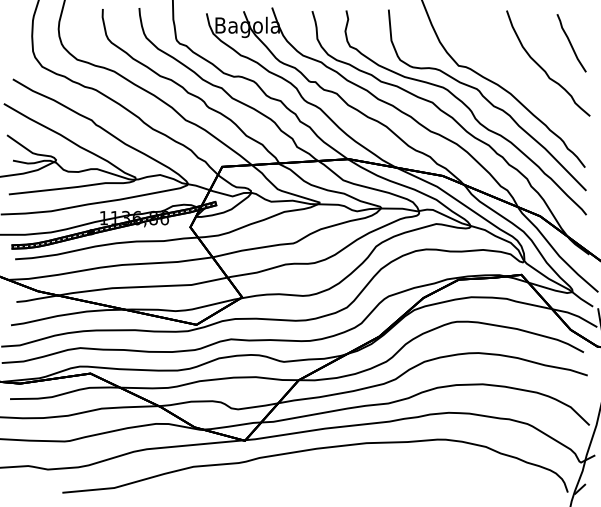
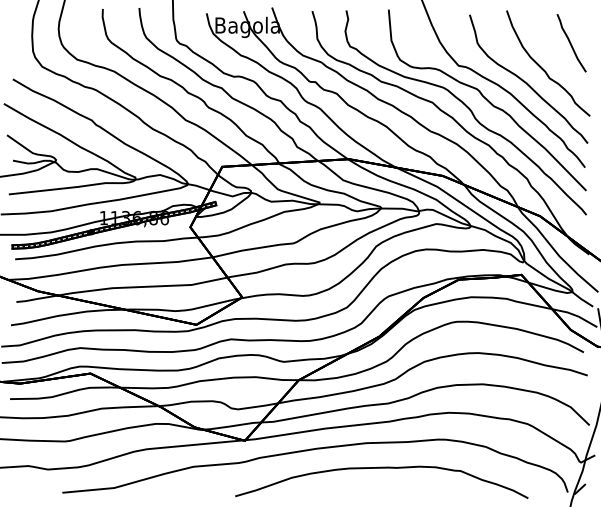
curve at (527, 82): none -> present
curve at (381, 468): none -> present
